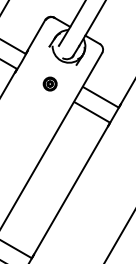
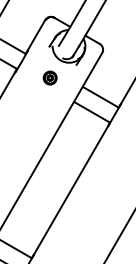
part at (49, 83) position: (49, 83) -> (49, 77)
